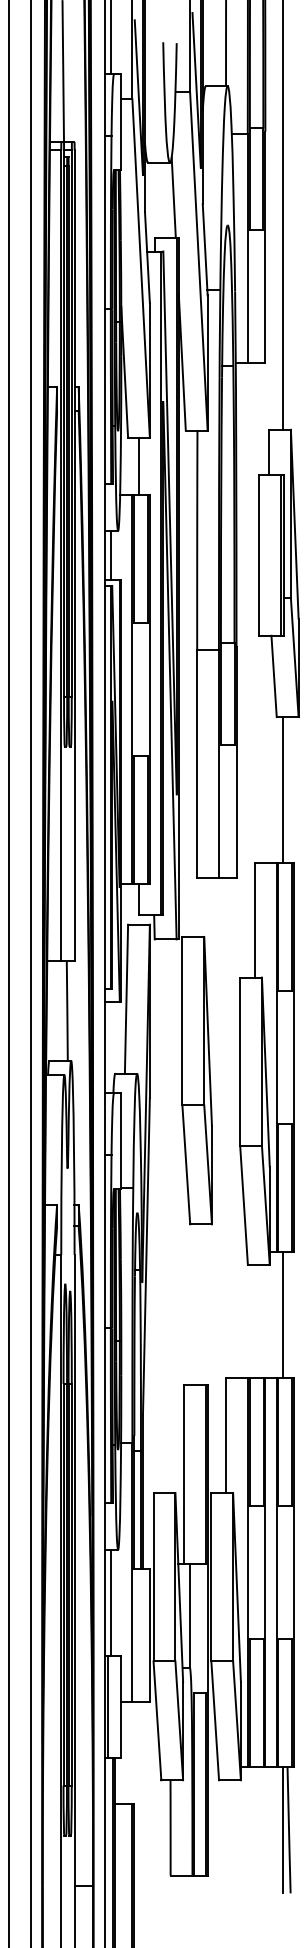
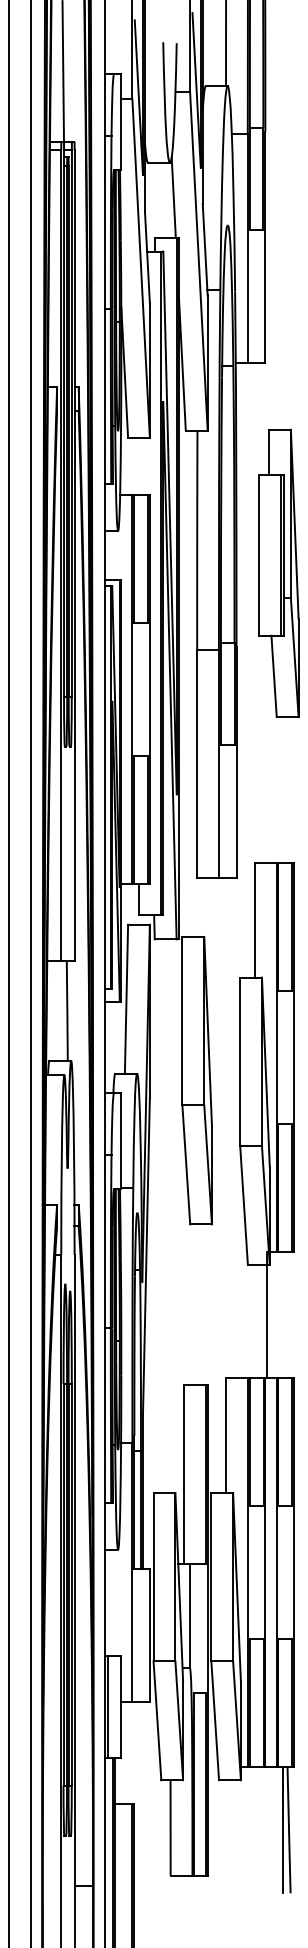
line at (110, 37): present -> none
line at (282, 215): present -> none
line at (139, 465): present -> none
line at (110, 555): present -> none
line at (282, 789): present -> none
line at (282, 1314) position: (282, 1314) -> (266, 1314)
line at (110, 1602): present -> none
